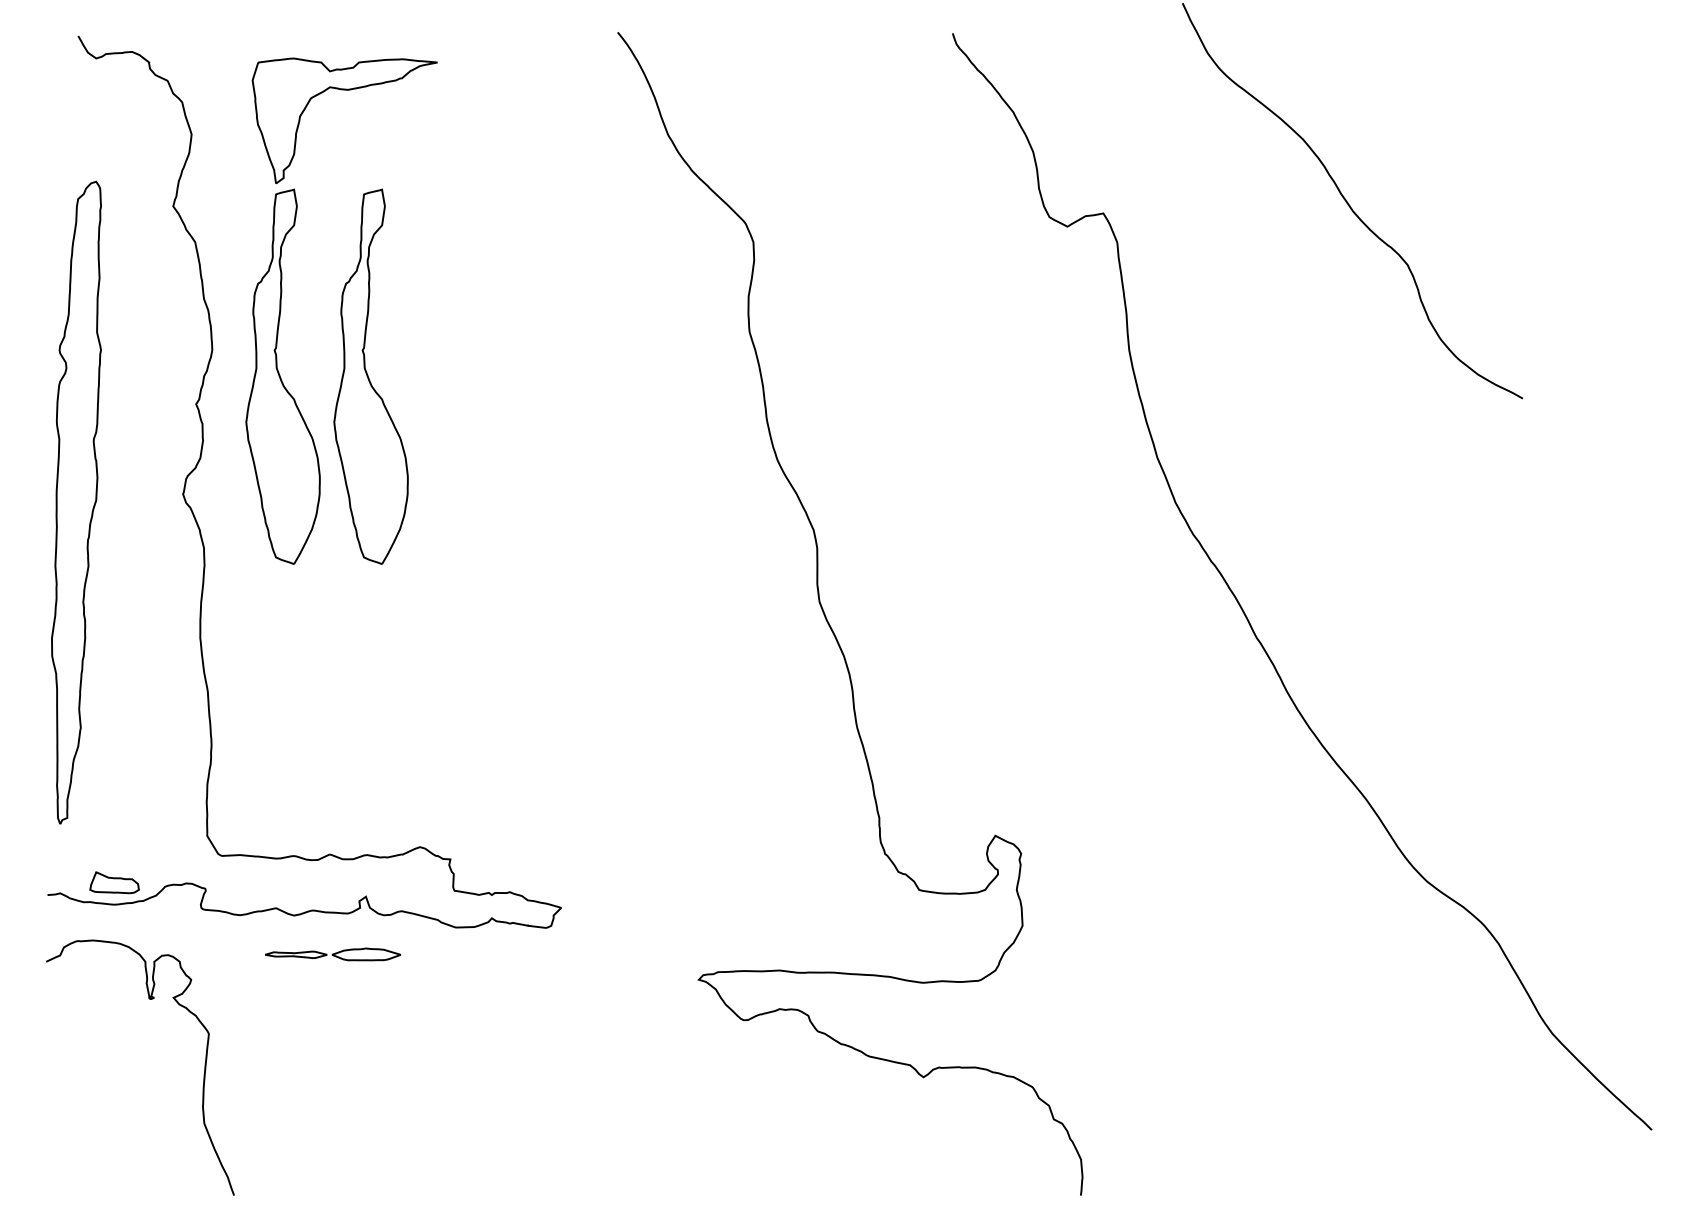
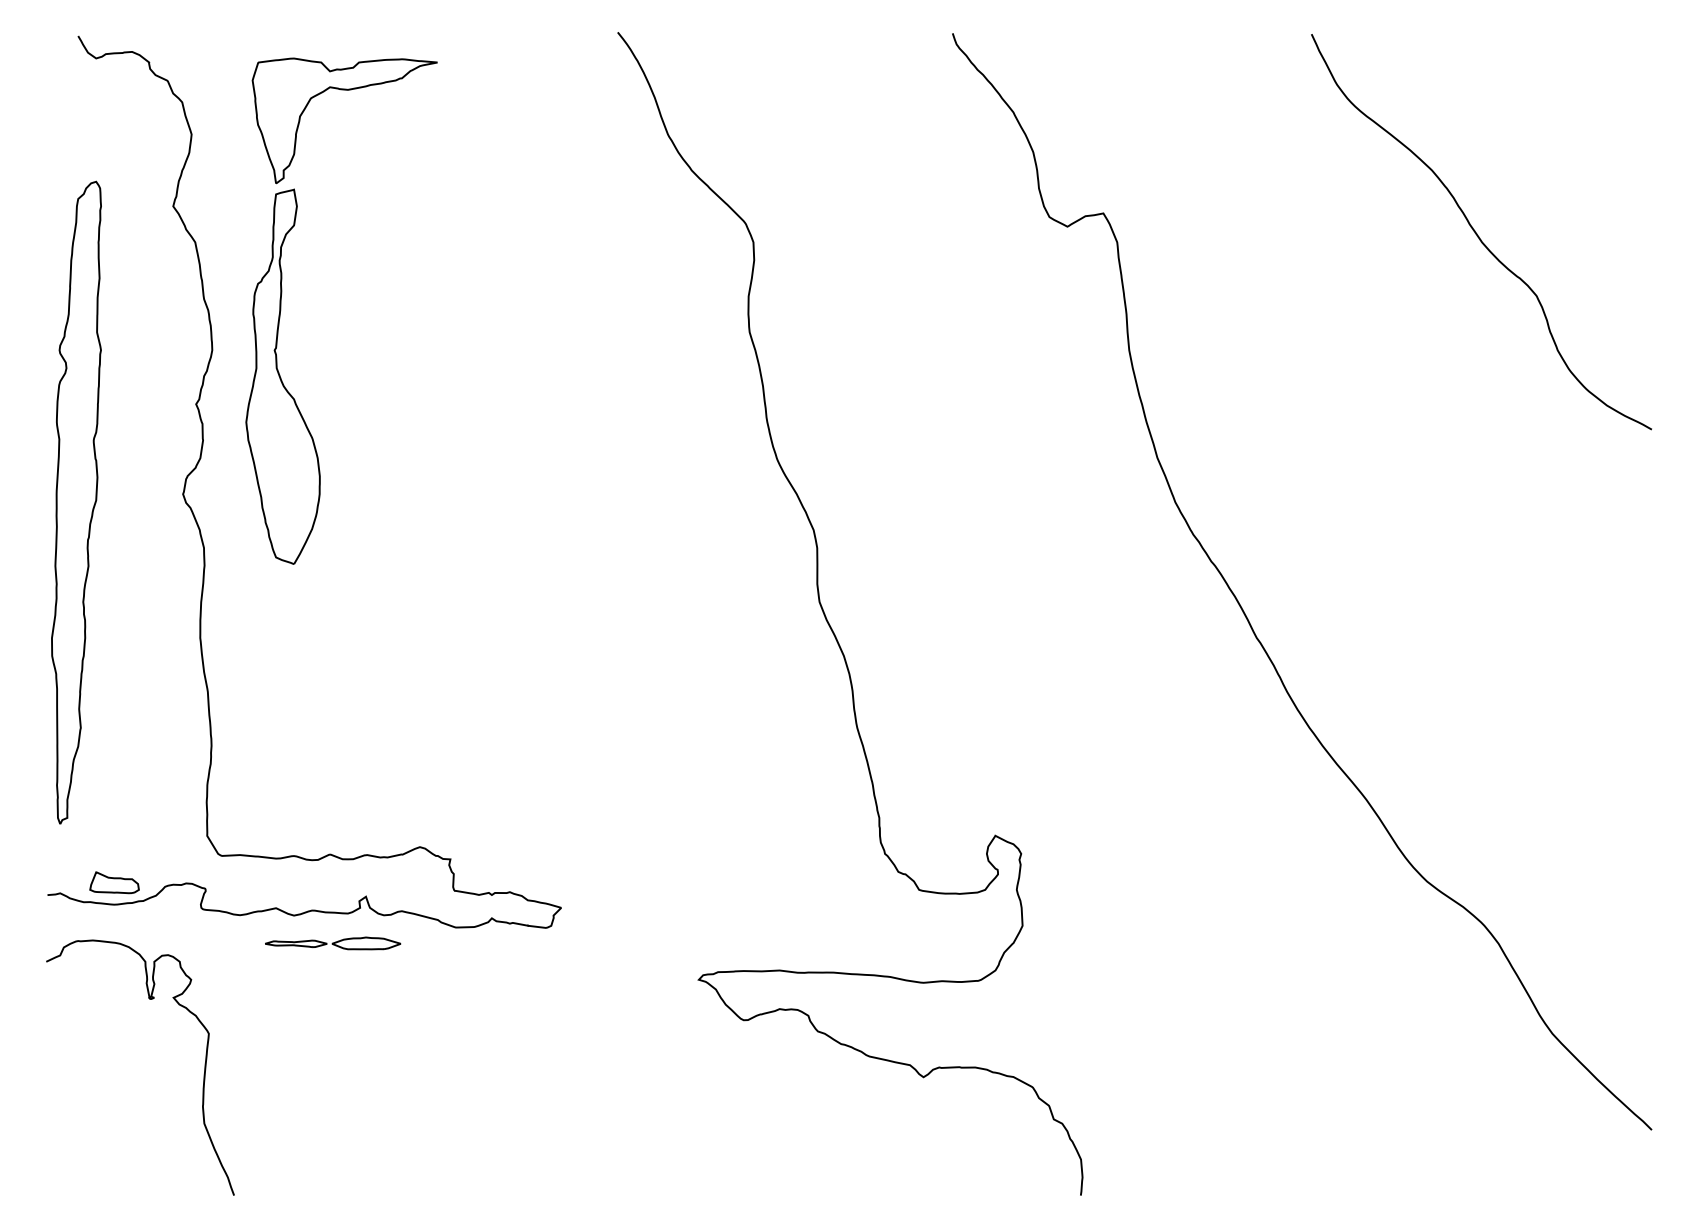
curve at (1348, 202) position: (1348, 202) -> (1477, 233)
part at (370, 376): present -> none
part at (333, 954) position: (333, 954) -> (333, 943)
